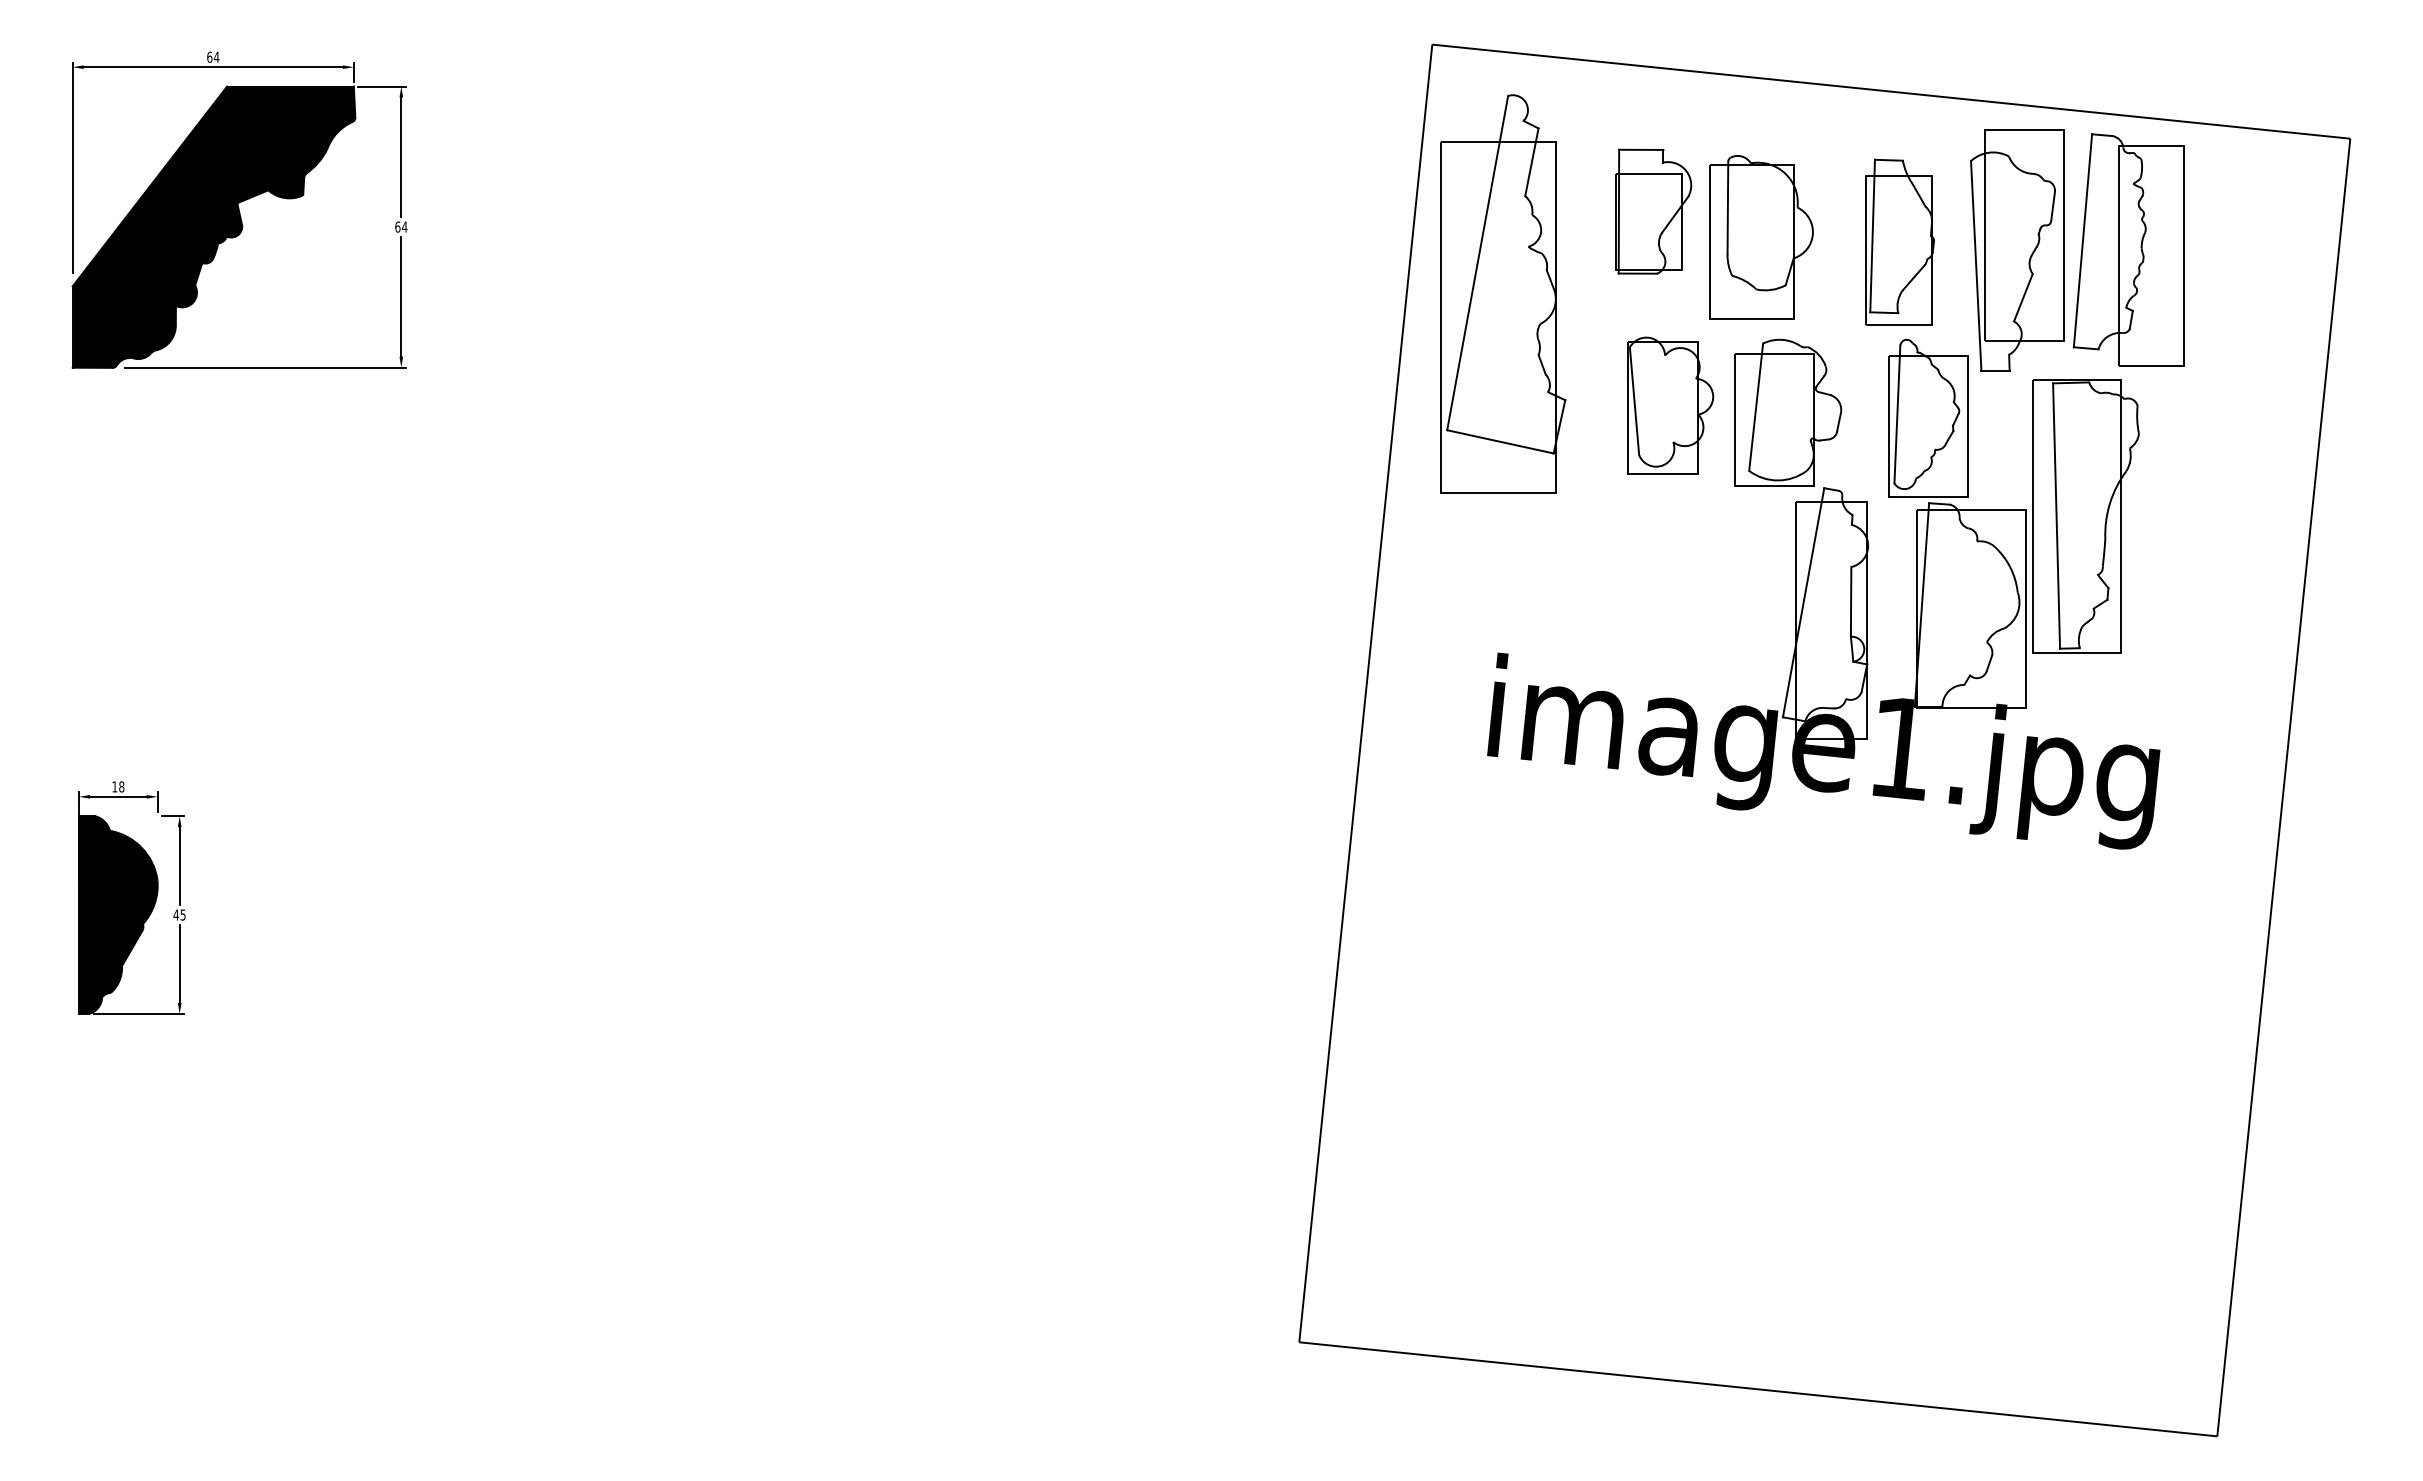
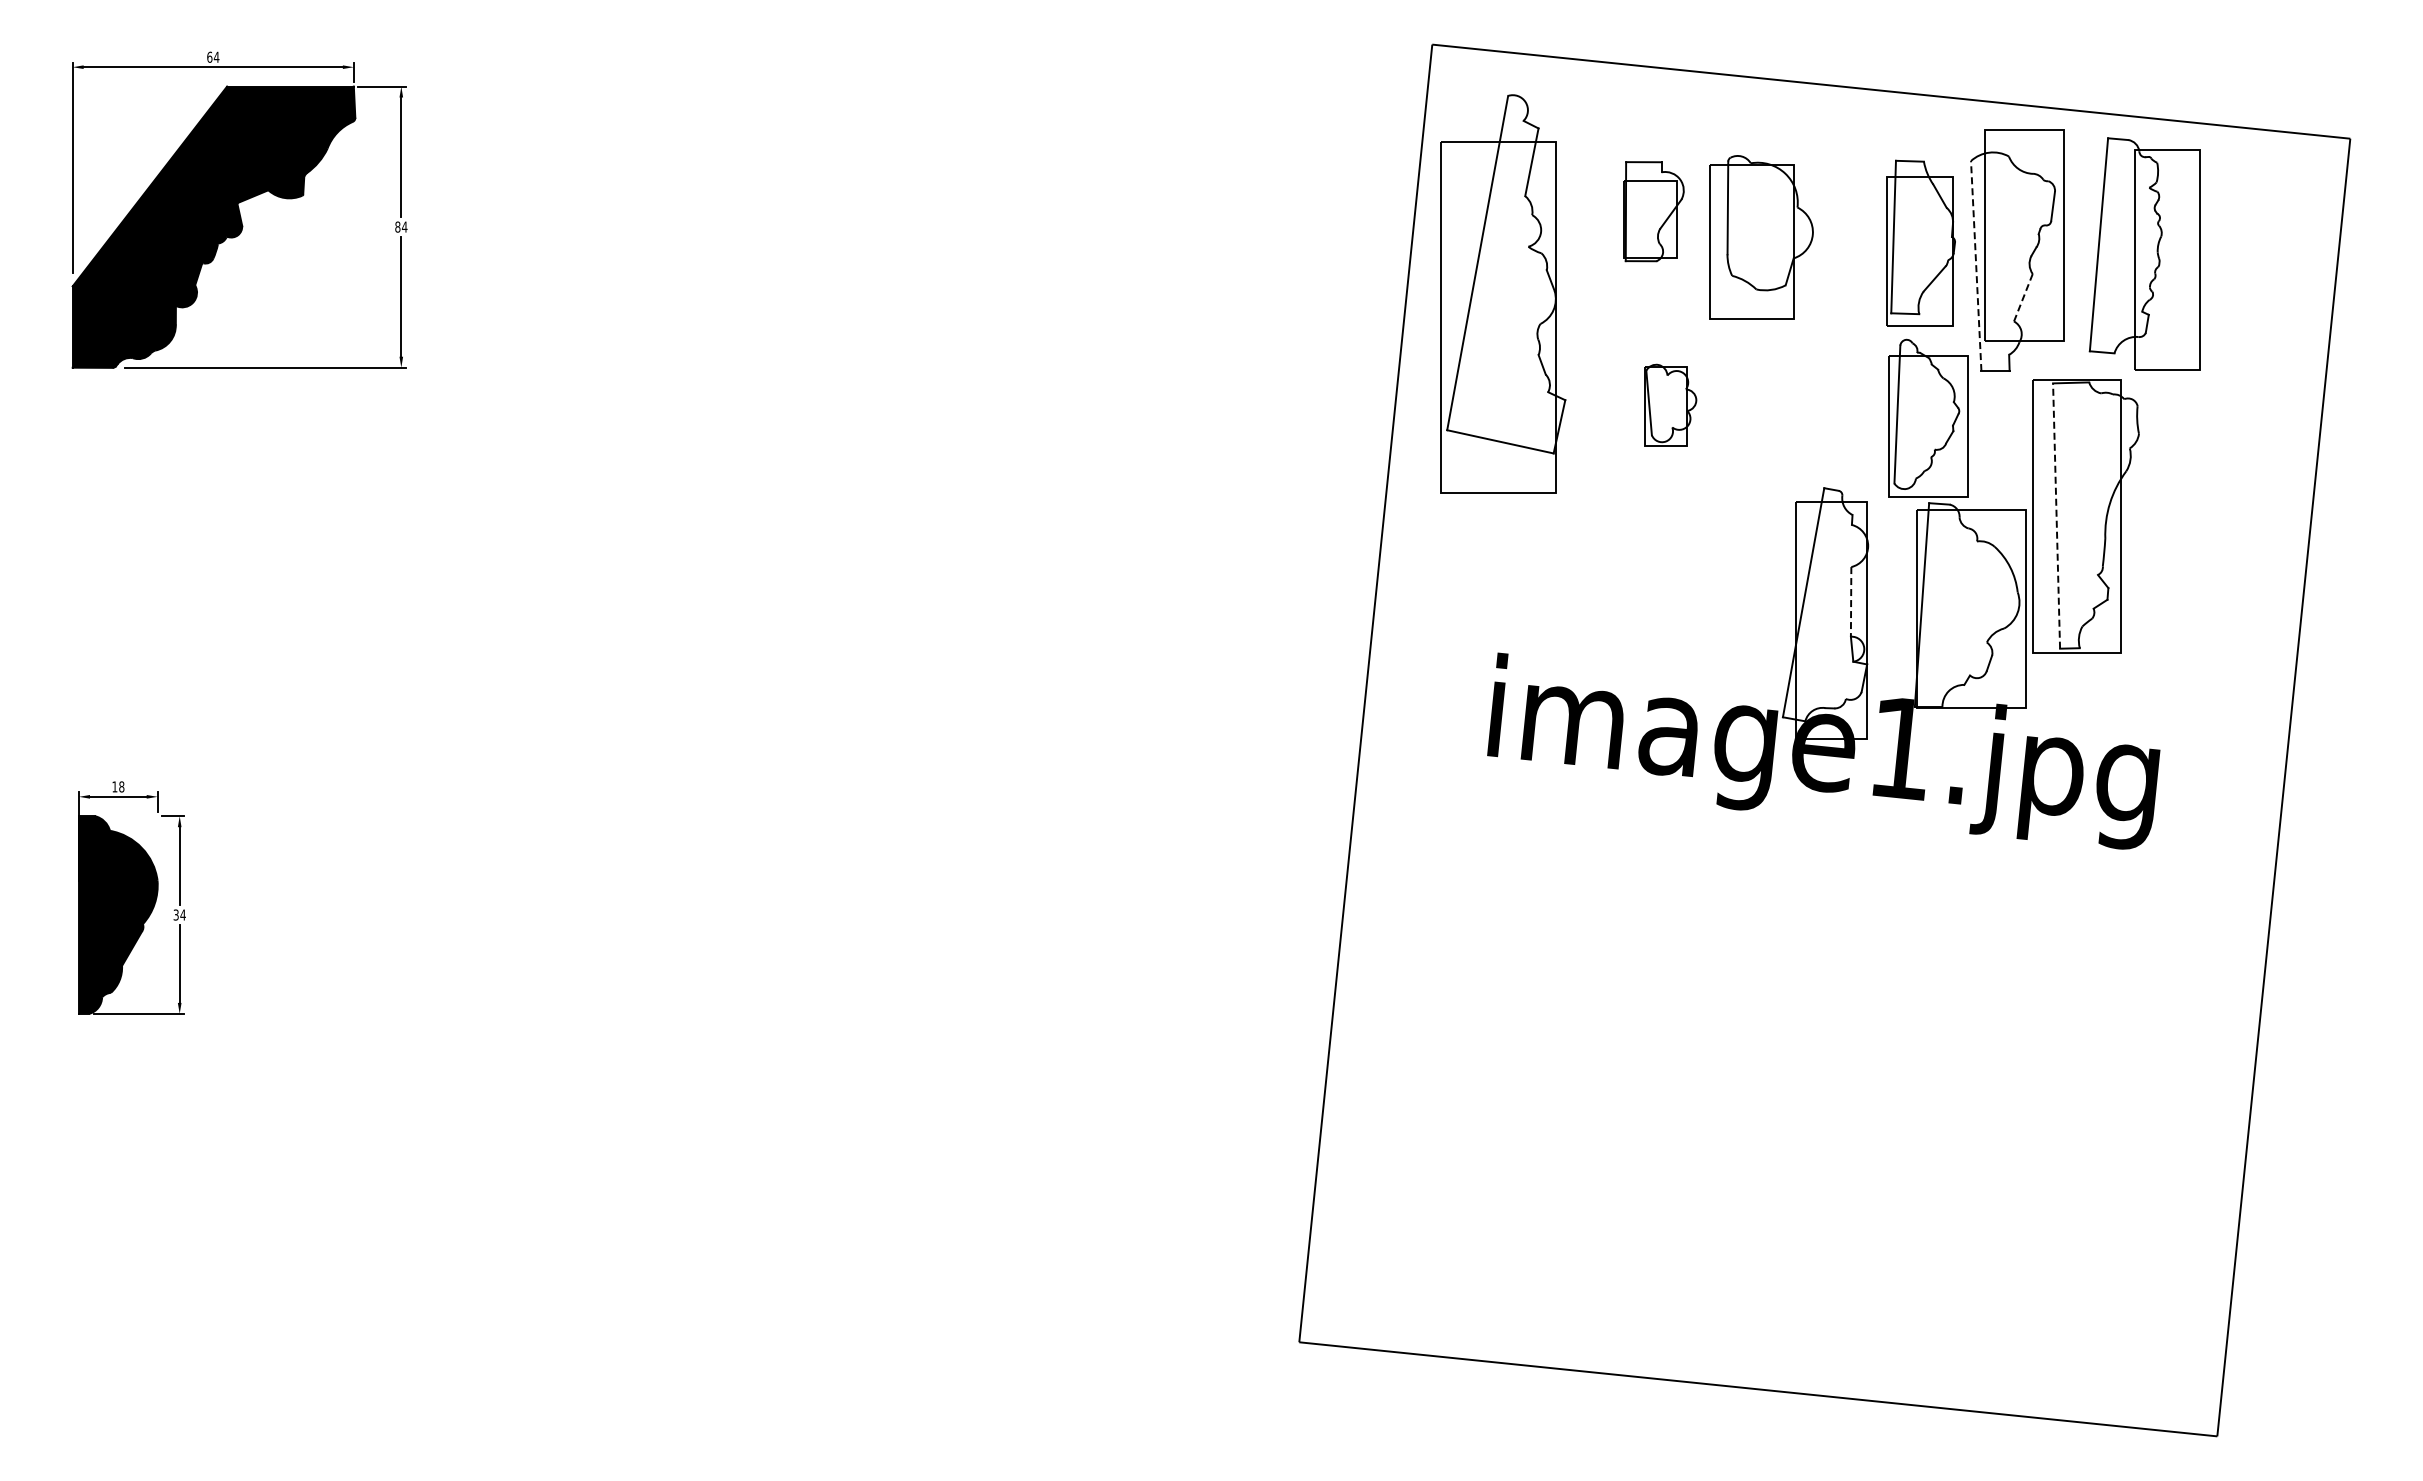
part at (1653, 211) size: 78x127 px -> 62x102 px
text at (397, 226): 64 -> 84
part at (1899, 241) position: (1899, 241) -> (1920, 242)
part at (2128, 249) position: (2128, 249) -> (2144, 253)
line at (1976, 265): solid -> dashed
line at (2023, 297): solid -> dashed
part at (1670, 405) size: 88x139 px -> 54x84 px
part at (1788, 412): present -> none
line at (2056, 516): solid -> dashed
line at (1851, 601): solid -> dashed
text at (179, 914): 45 -> 34
